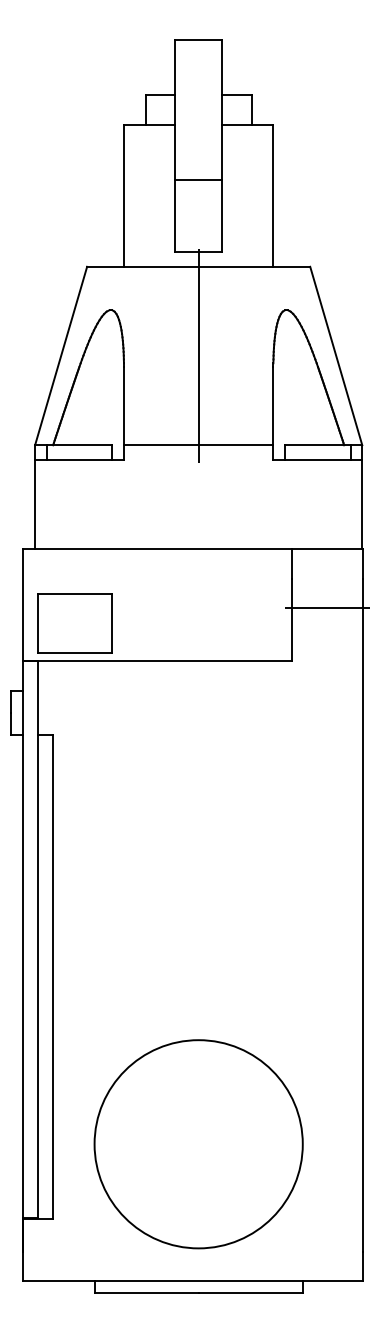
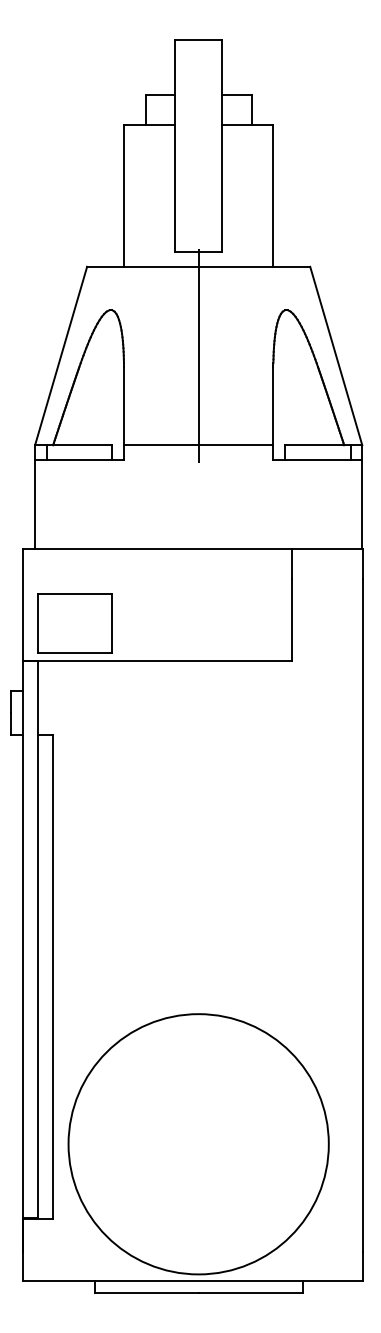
line at (198, 180): present -> none
line at (327, 607): present -> none
circle at (198, 1144) diameter: 208 px -> 260 px
